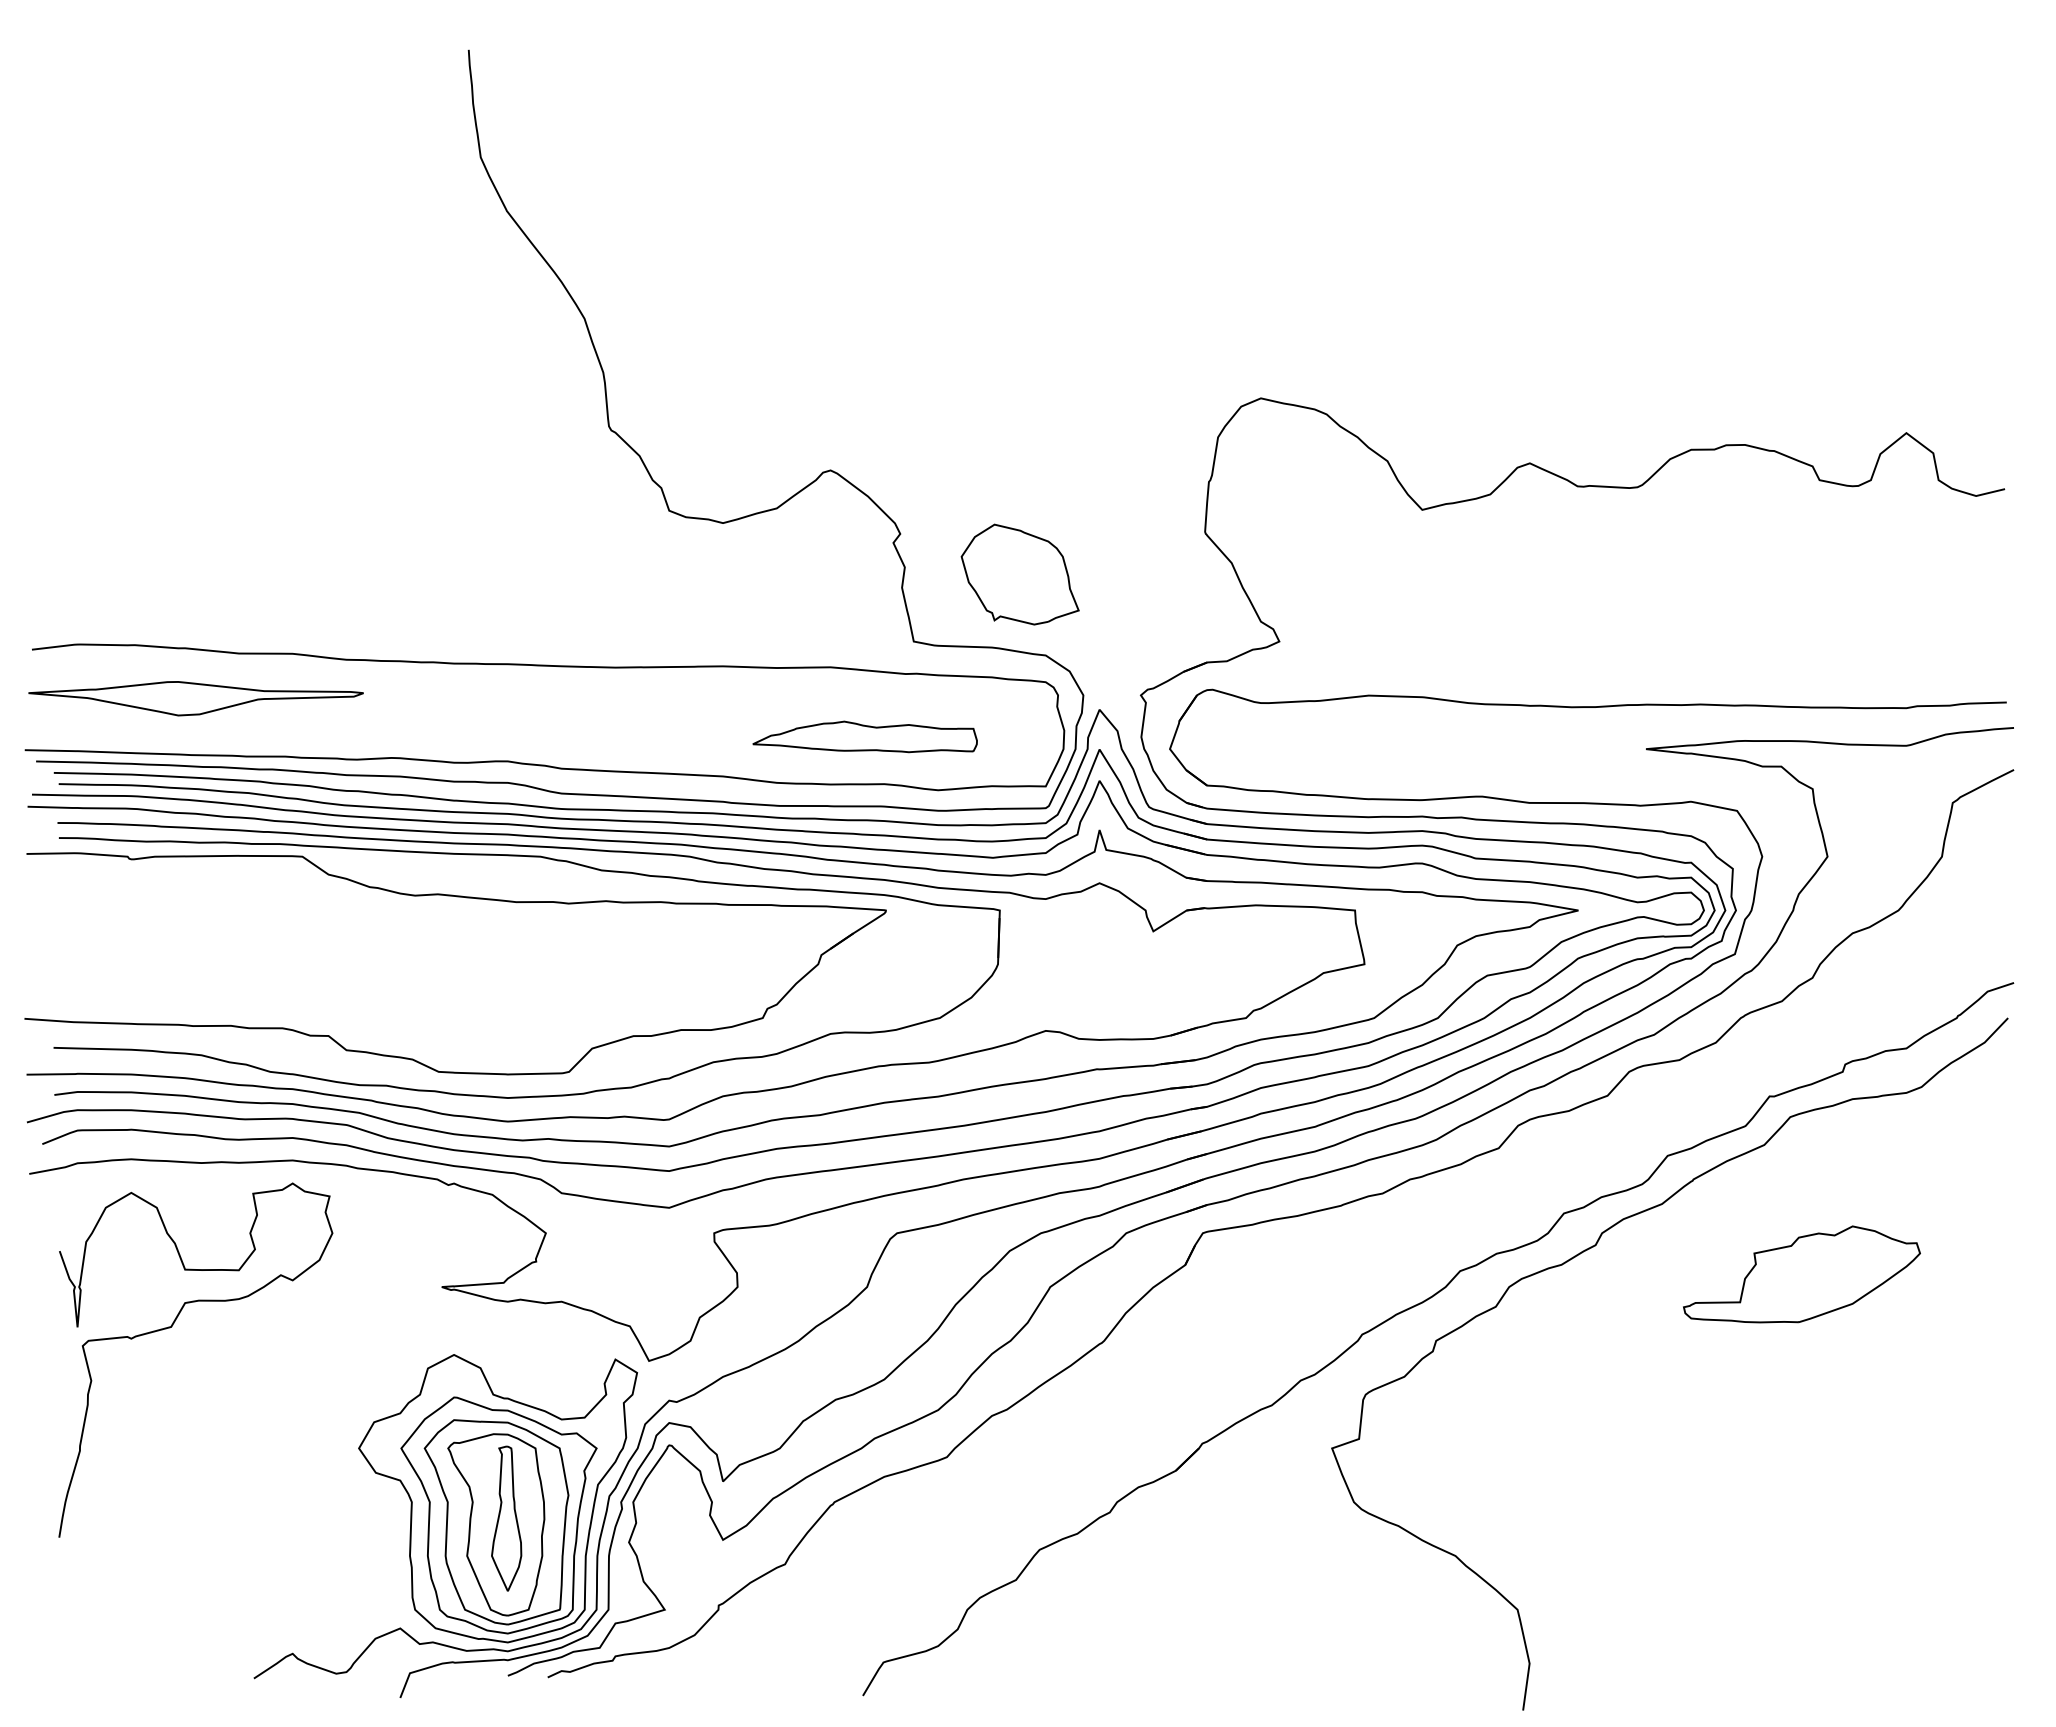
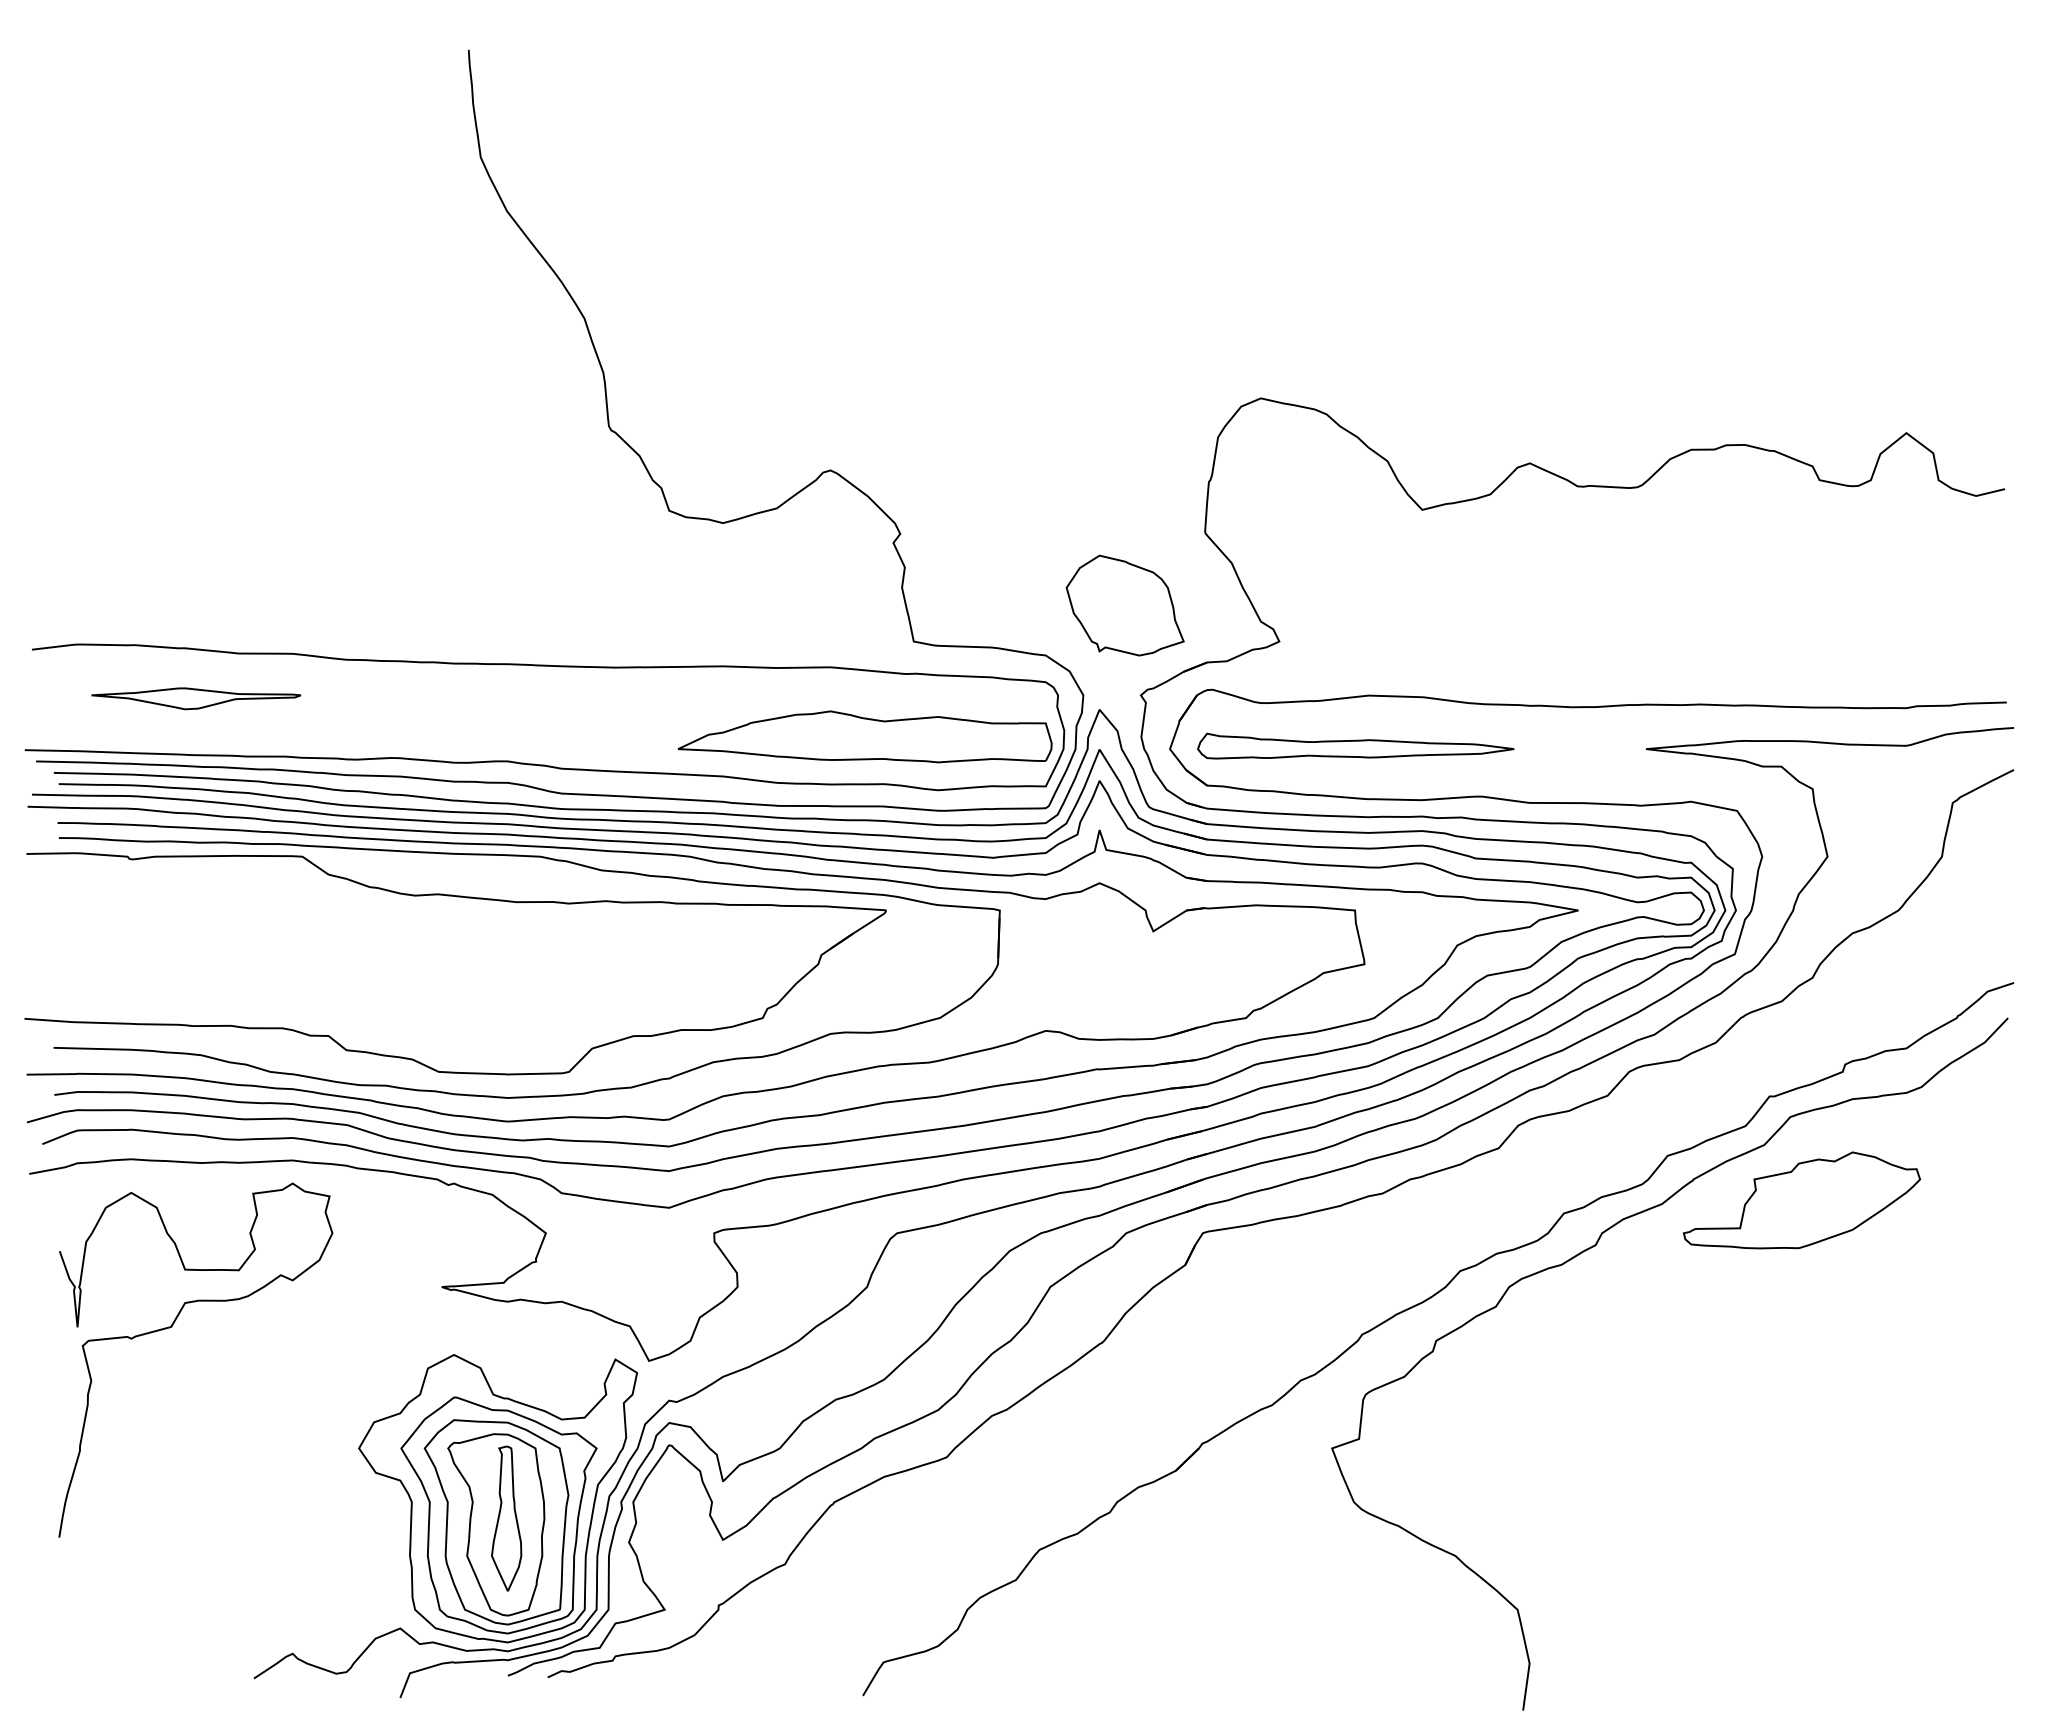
part at (1019, 574) position: (1019, 574) -> (1124, 605)
part at (195, 698) size: 336x36 px -> 211x24 px
part at (864, 736) size: 226x34 px -> 376x54 px
part at (1355, 745): none -> present
part at (1801, 1274) position: (1801, 1274) -> (1801, 1200)
